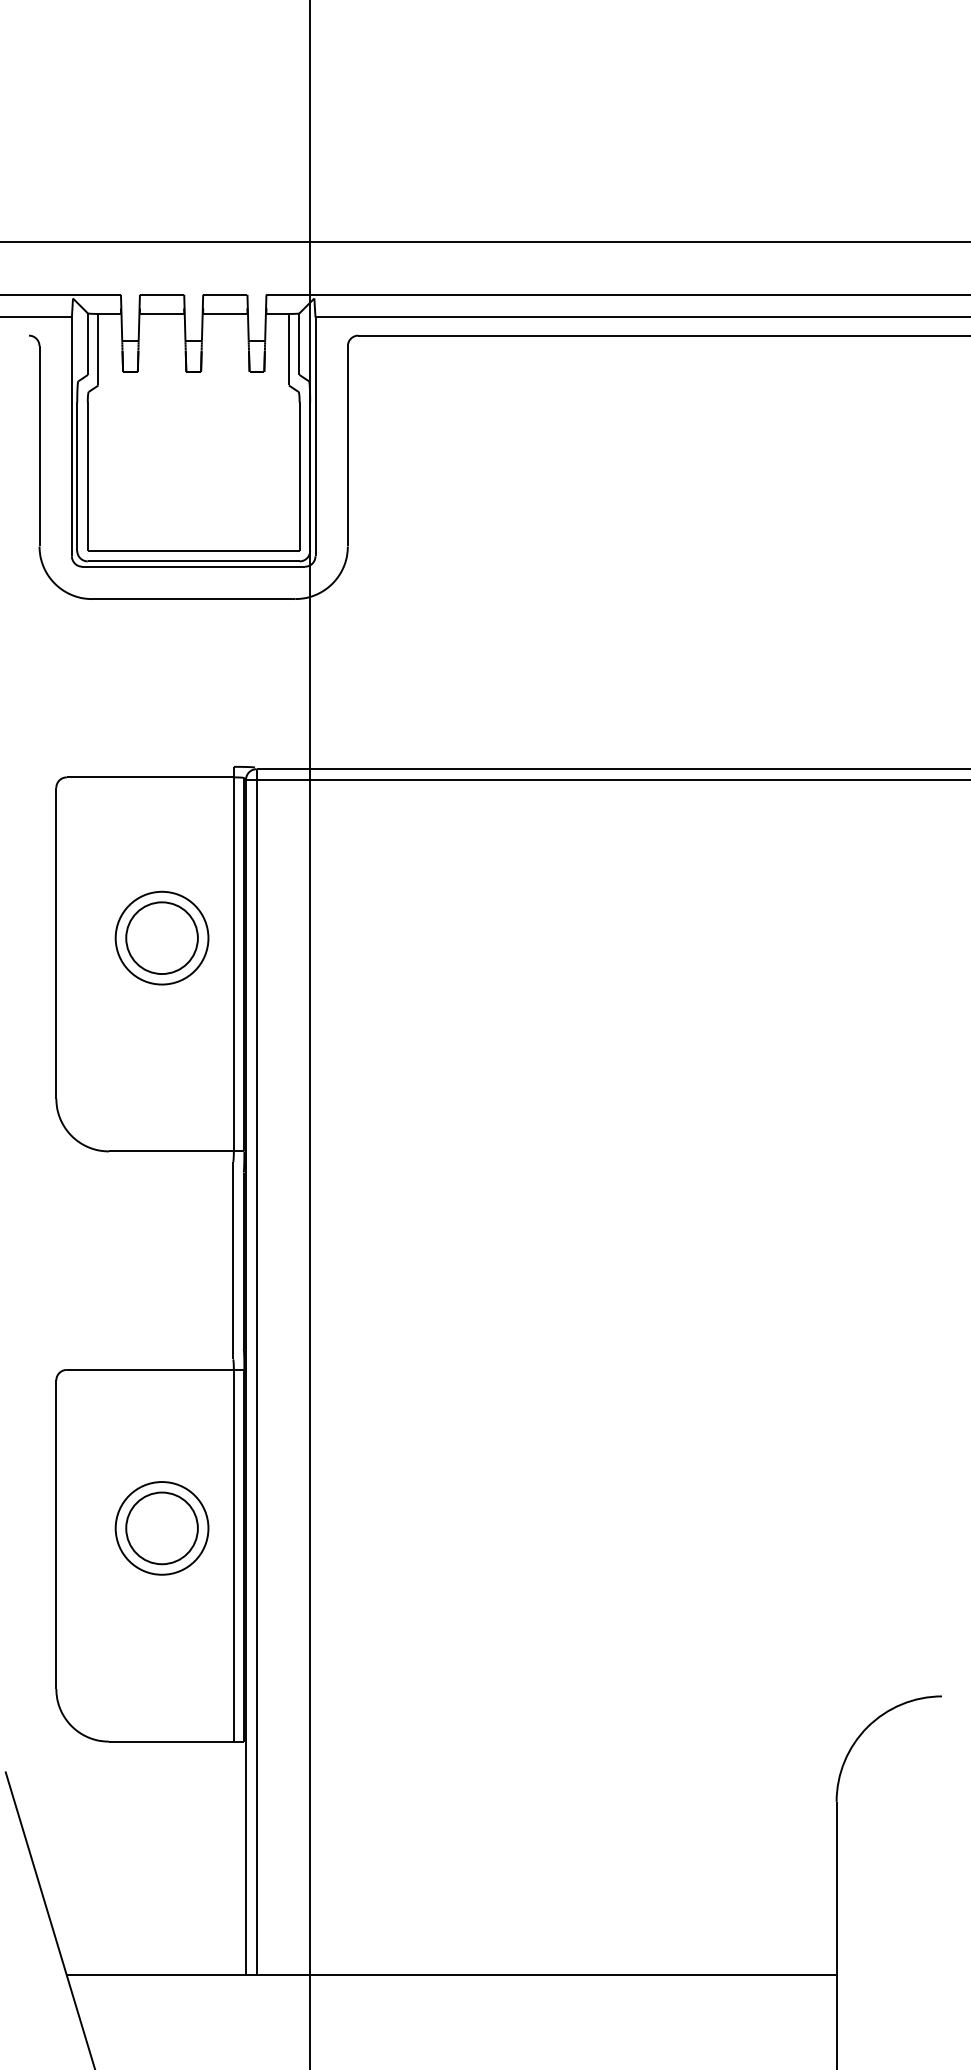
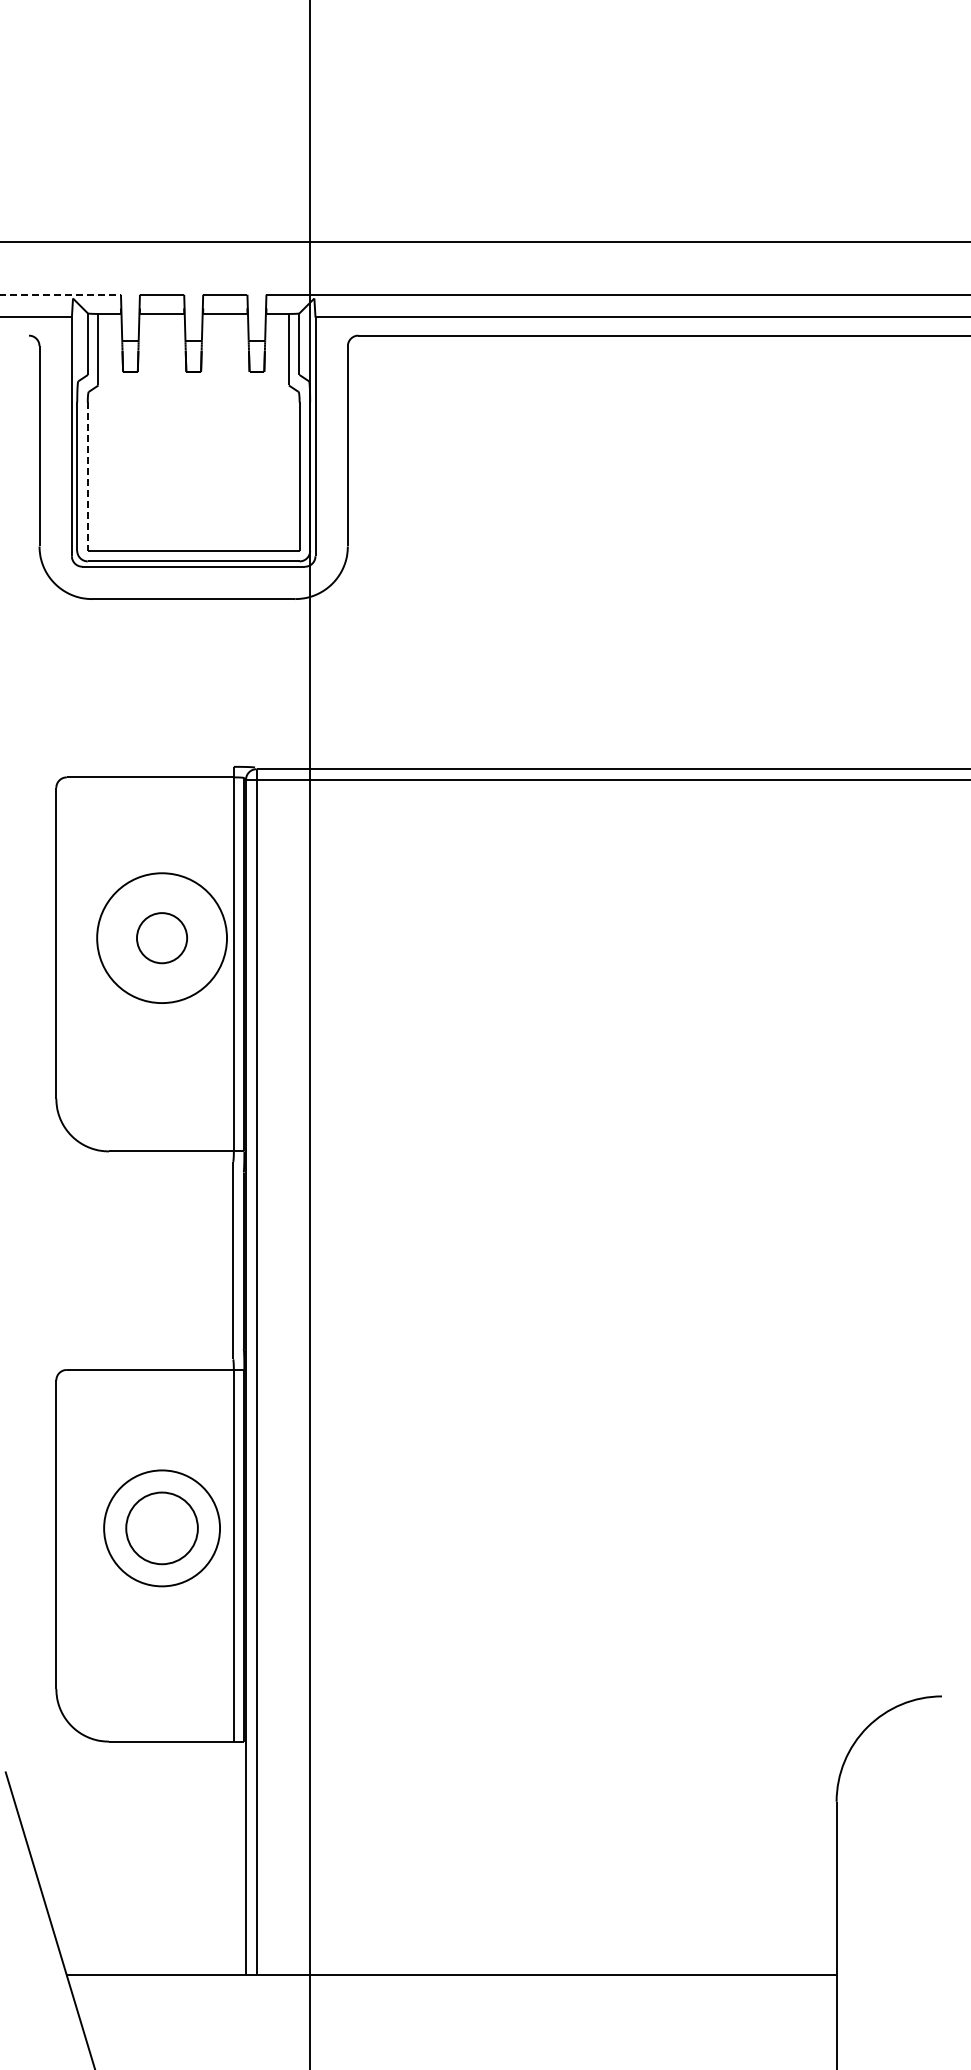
line at (61, 294): solid -> dashed
line at (87, 477): solid -> dashed
circle at (161, 937) diameter: 93 px -> 130 px
circle at (161, 938) diameter: 72 px -> 50 px
circle at (161, 1528) diameter: 93 px -> 116 px
